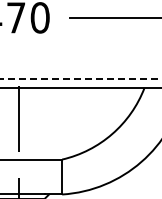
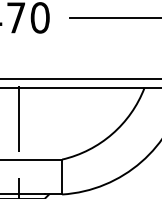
line at (80, 79): dashed -> solid
